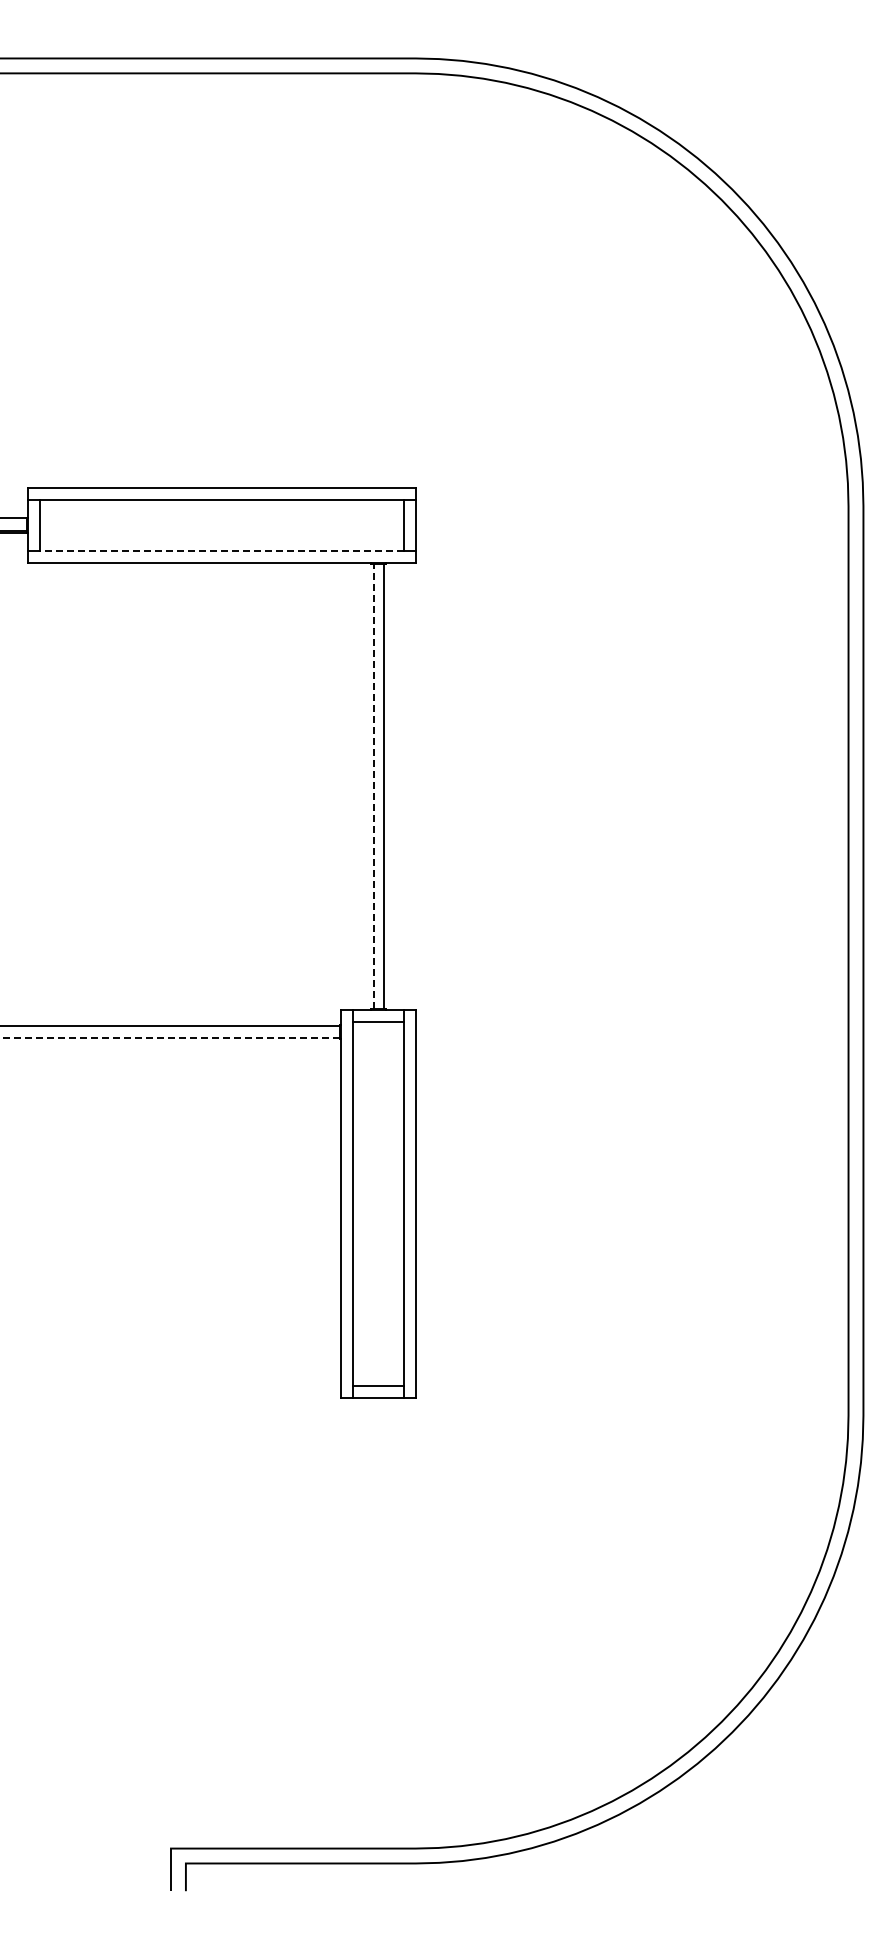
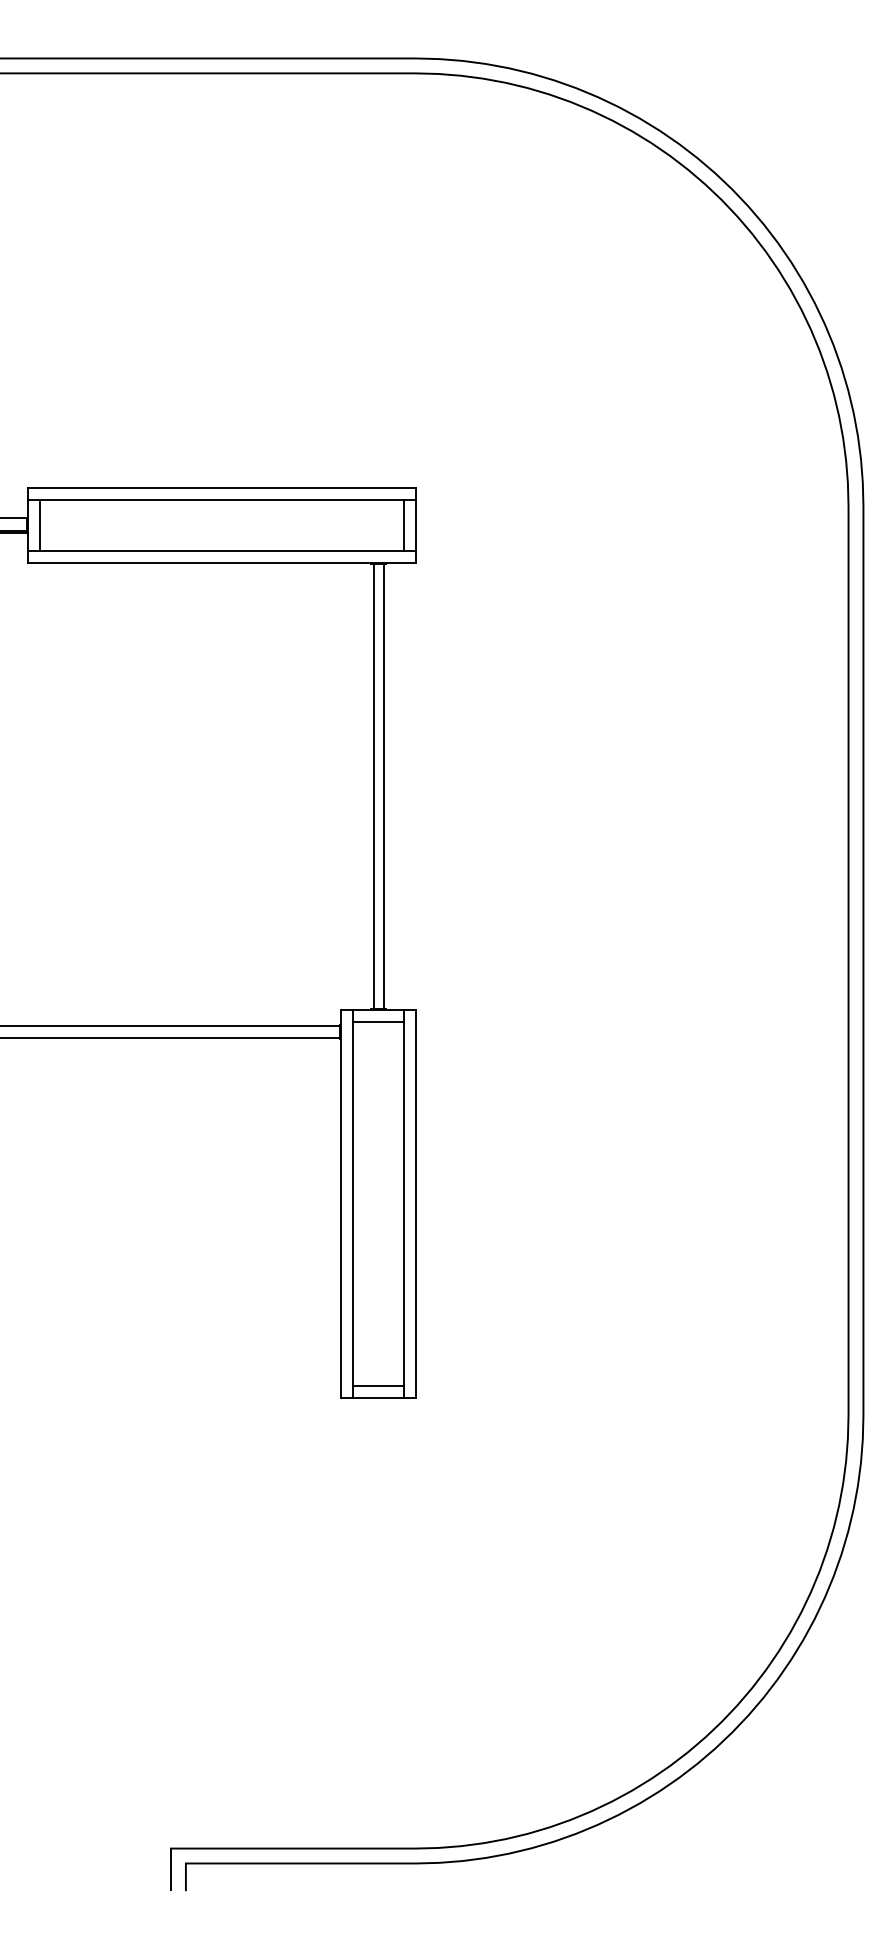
line at (221, 550): dashed -> solid
line at (373, 785): dashed -> solid
line at (169, 1038): dashed -> solid
